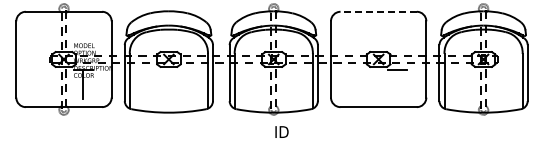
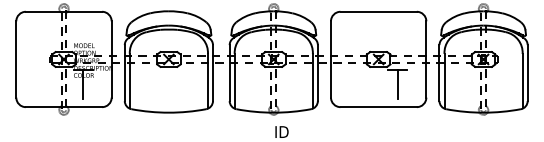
line at (378, 11): dashed -> solid
line at (397, 84): none -> present
